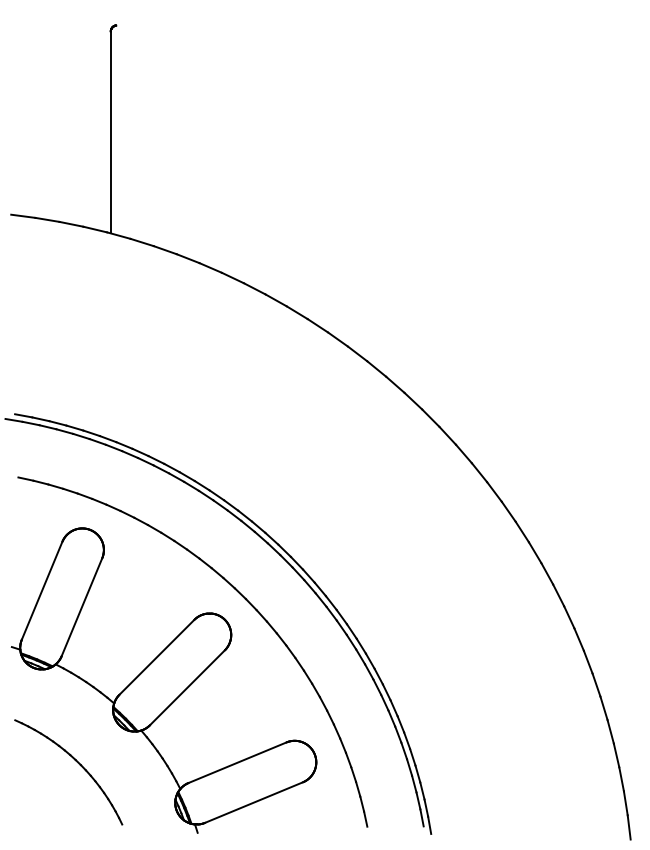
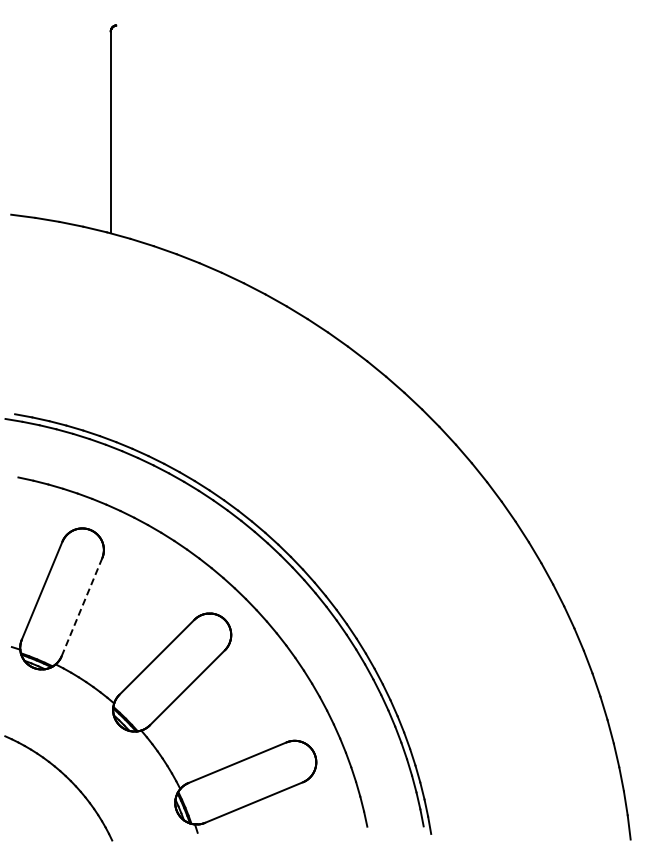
line at (81, 607): solid -> dashed
part at (77, 763) position: (77, 763) -> (67, 779)
